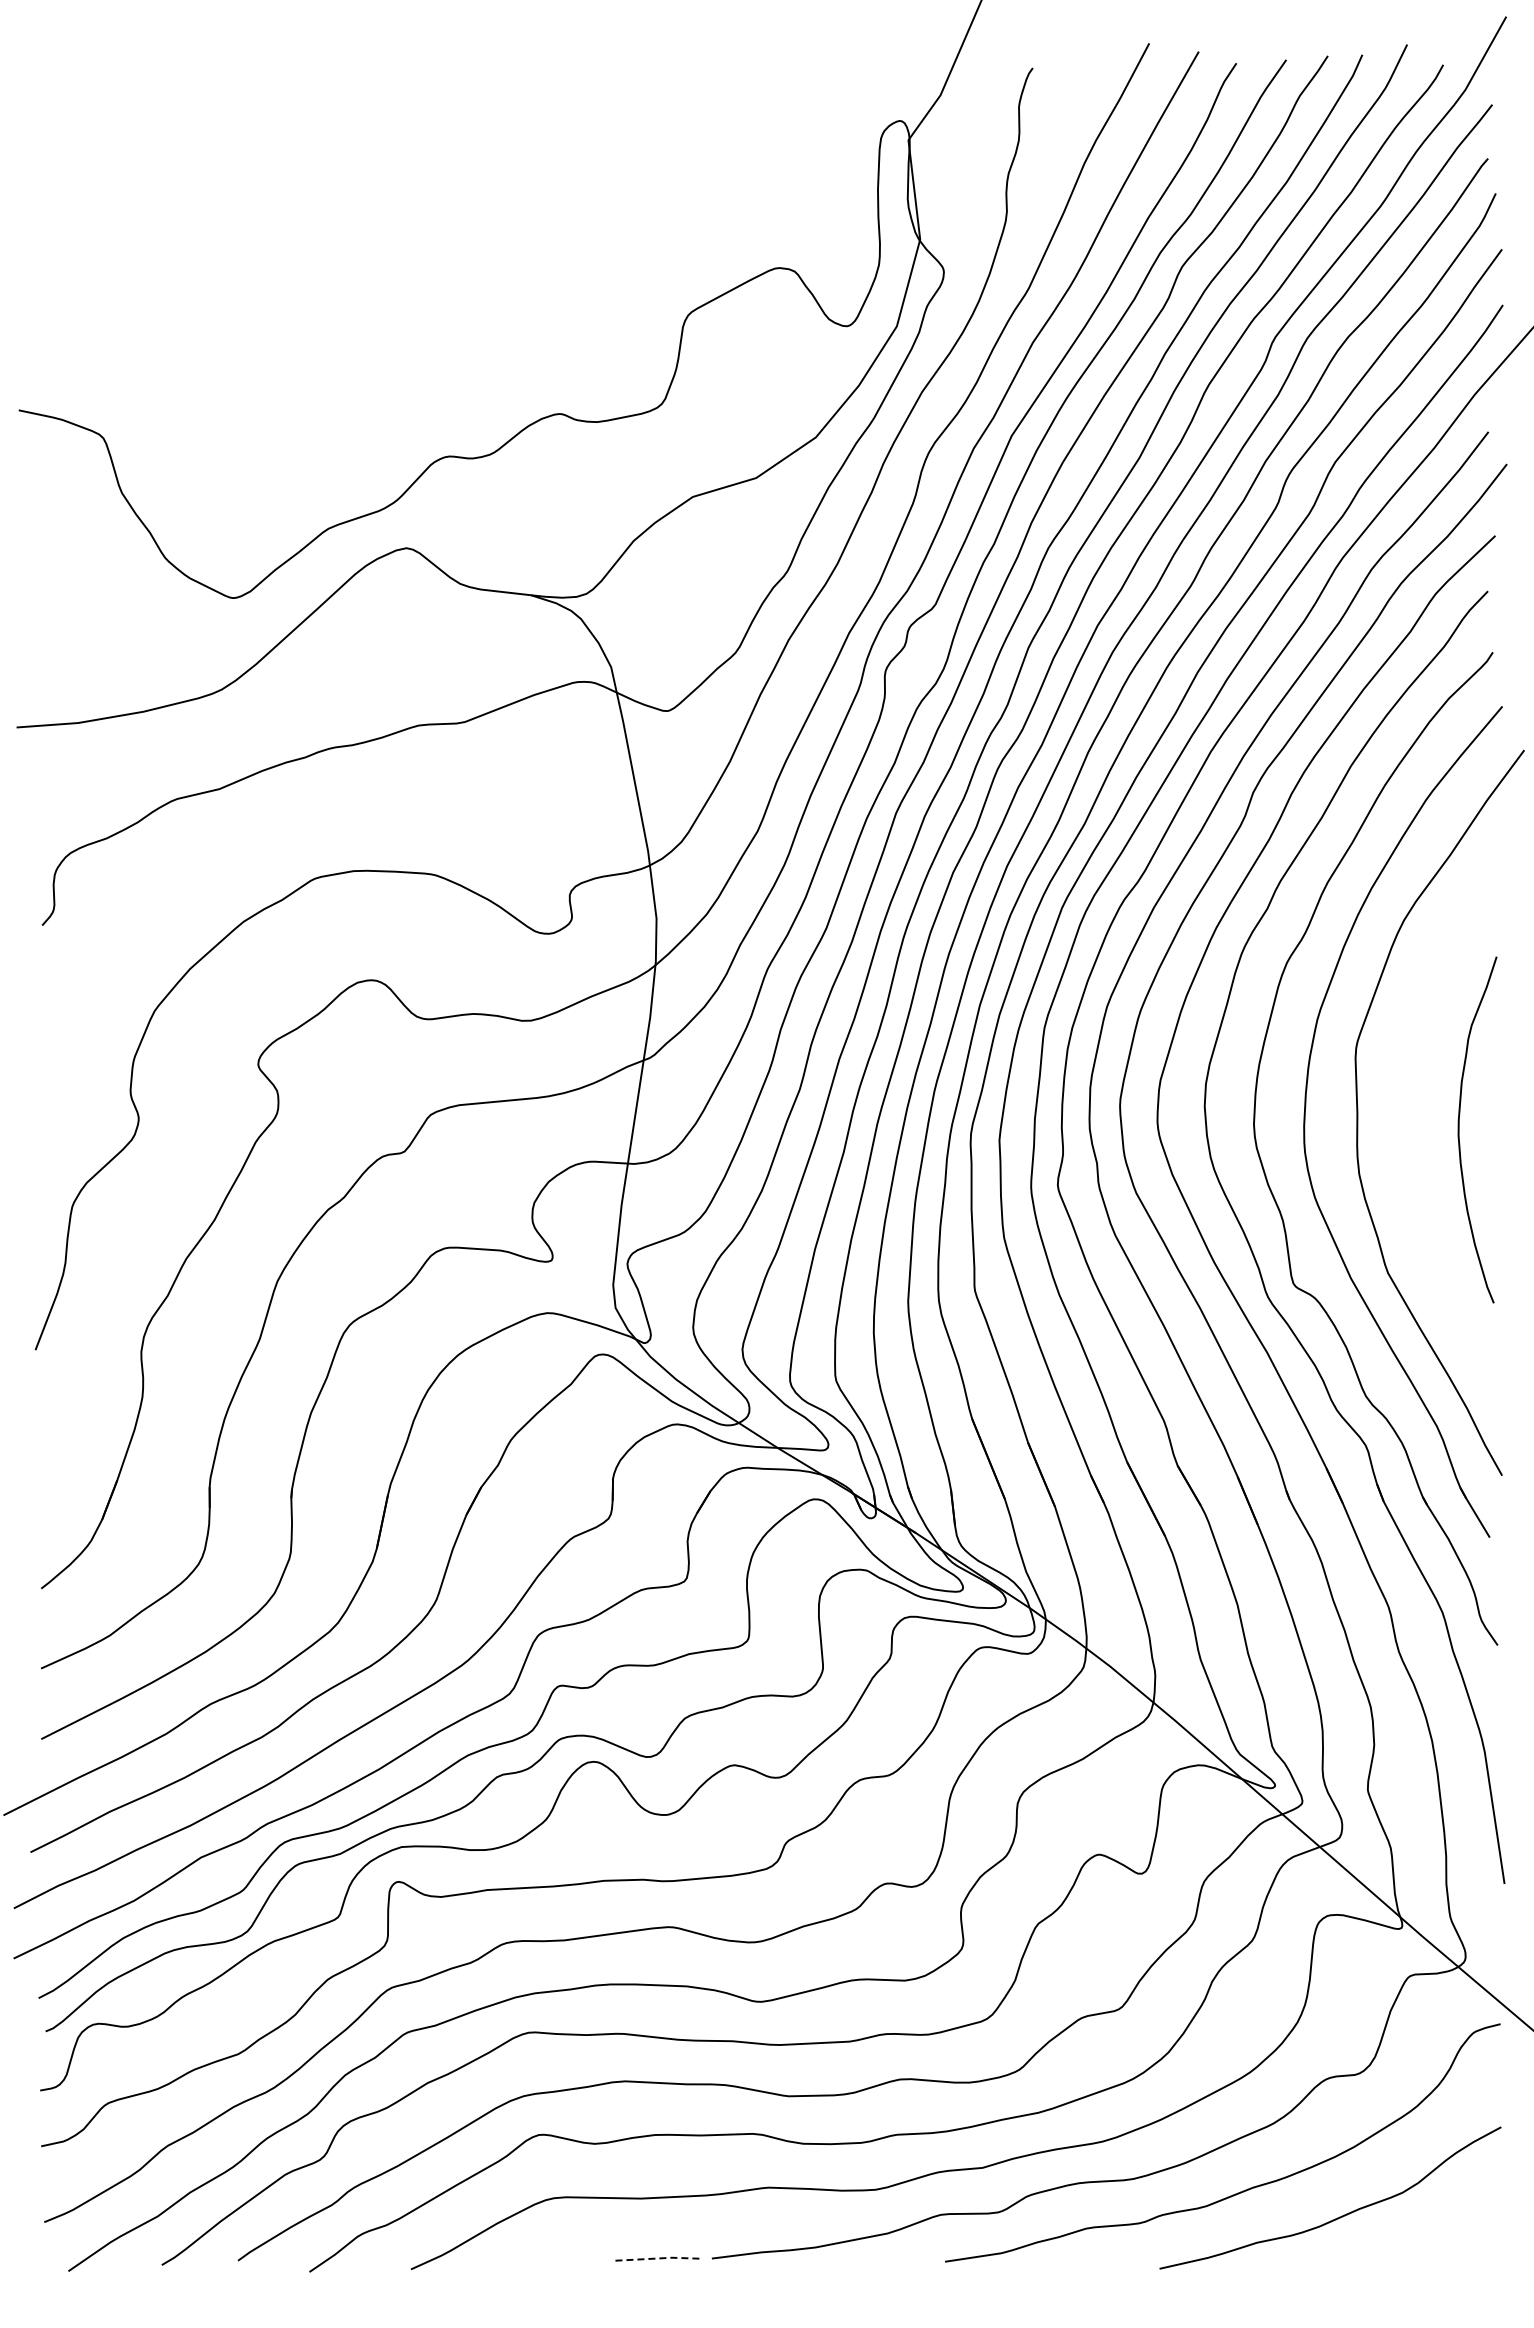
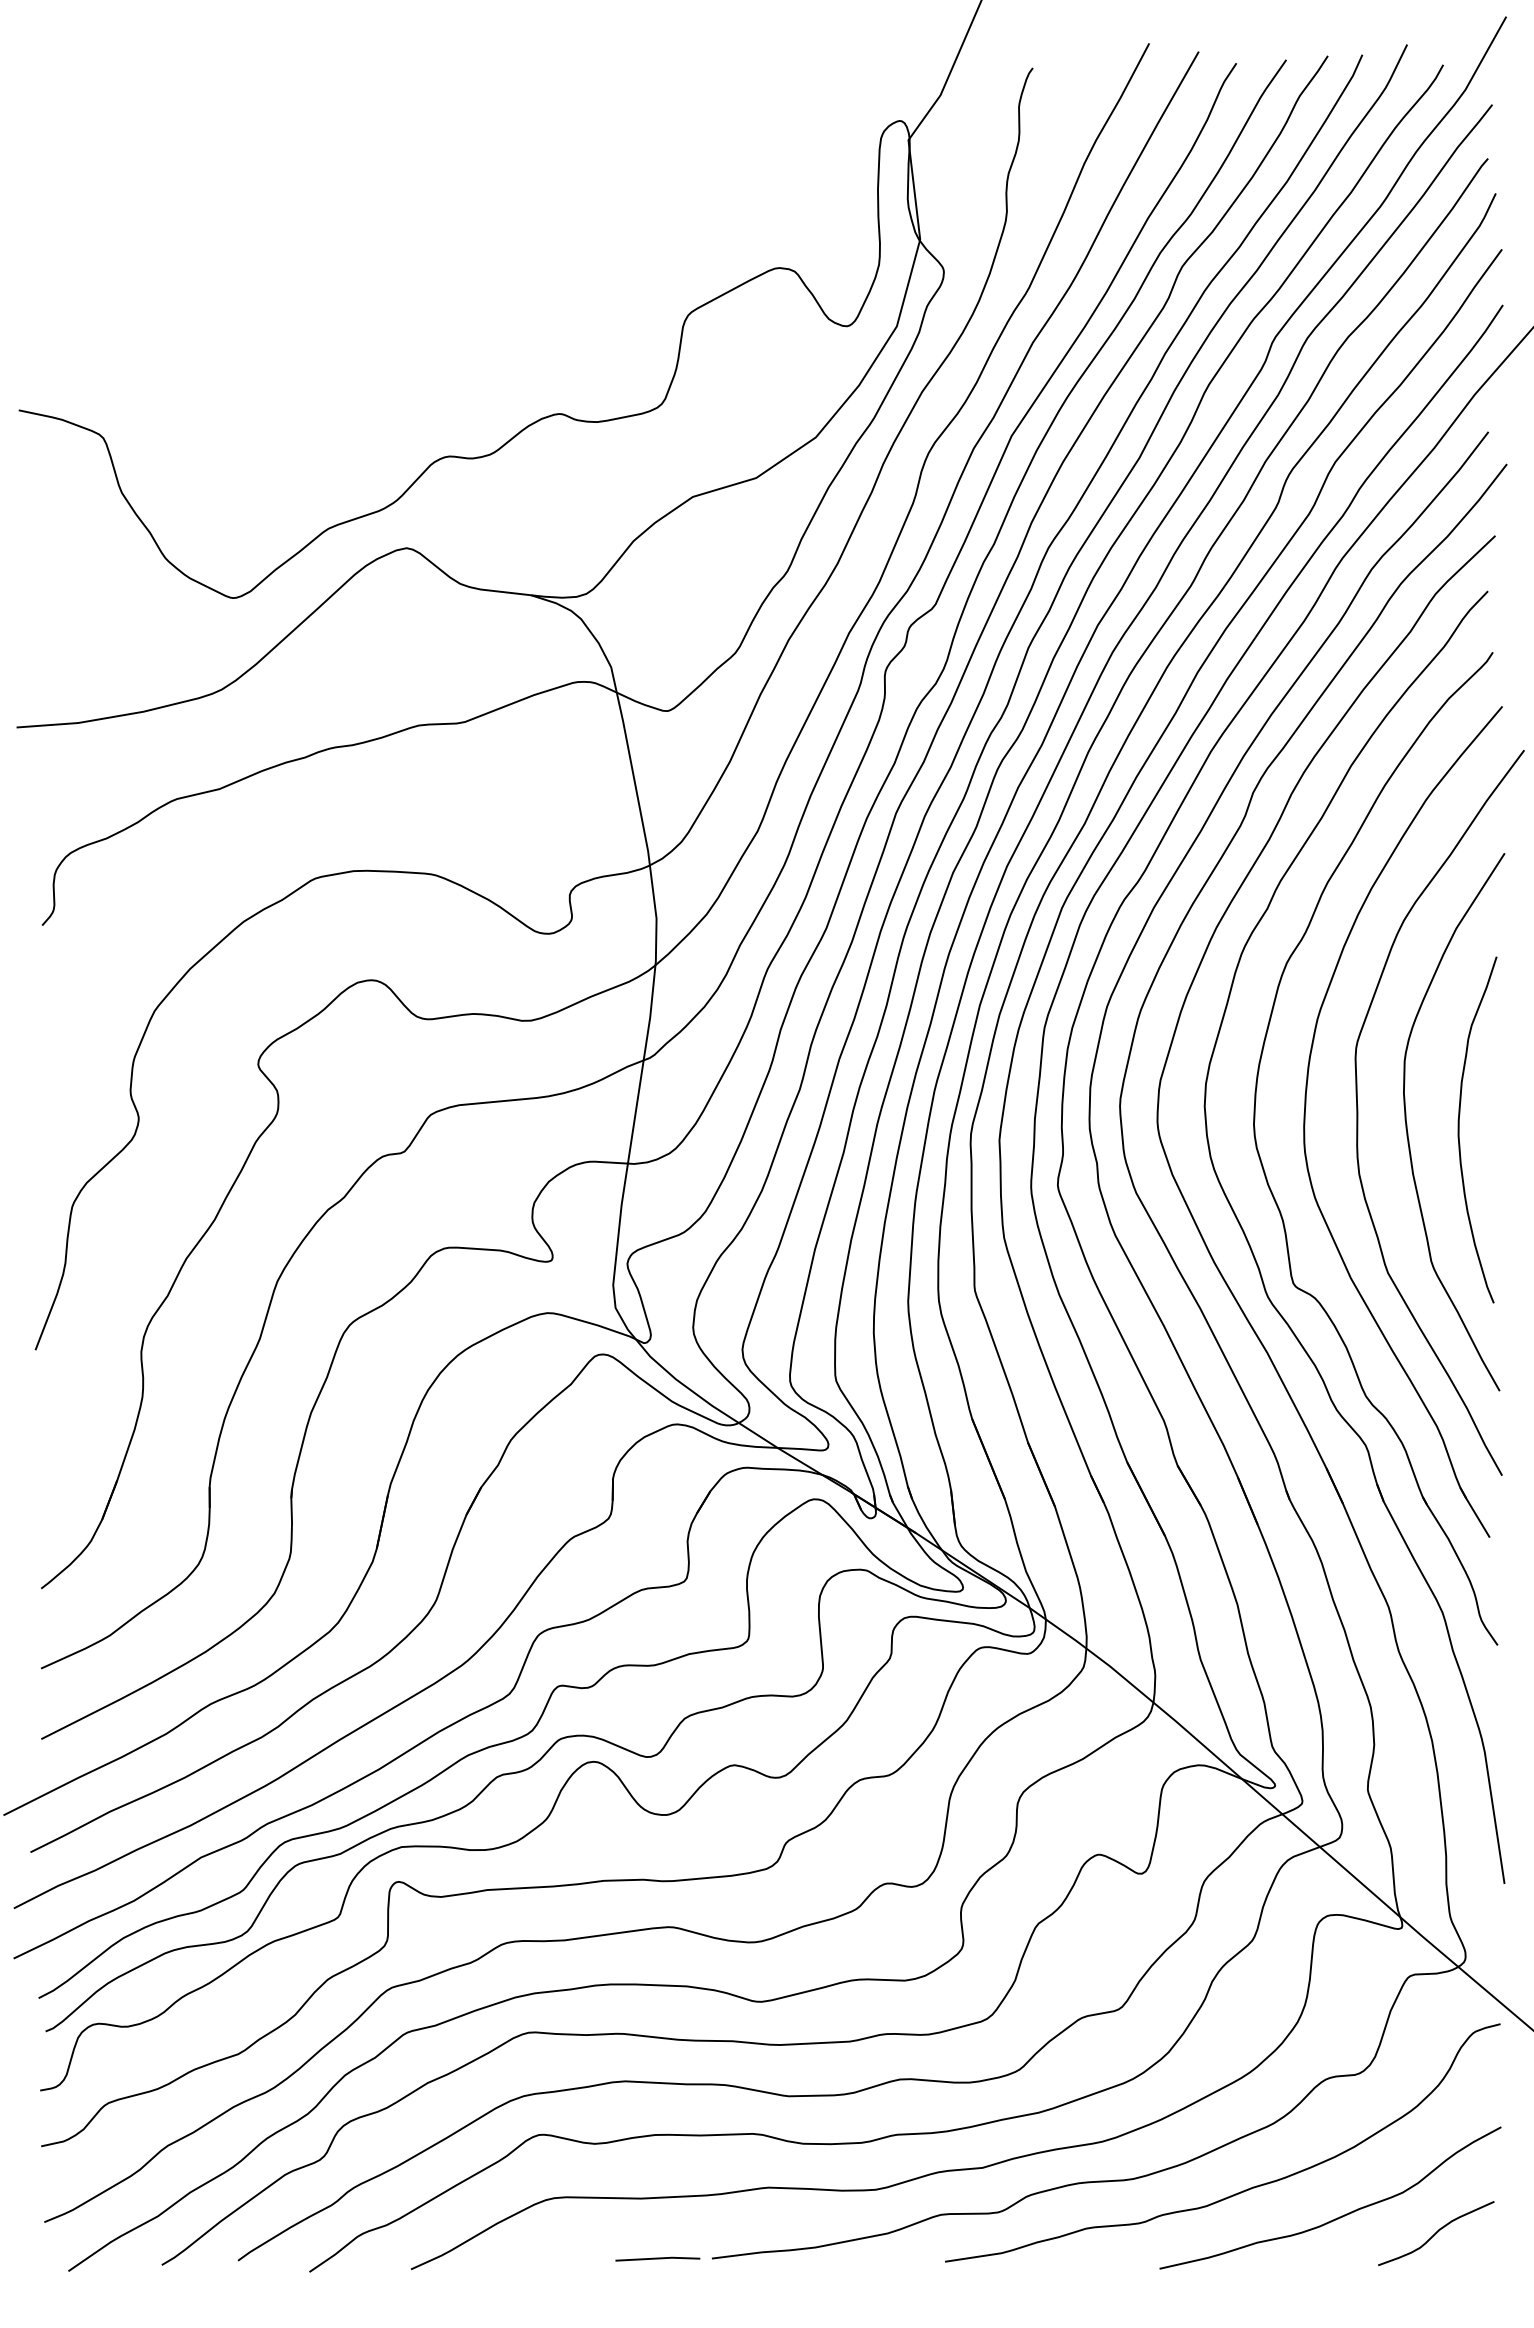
curve at (1407, 1123): none -> present
curve at (1436, 2233): none -> present
line at (659, 2258): dashed -> solid
